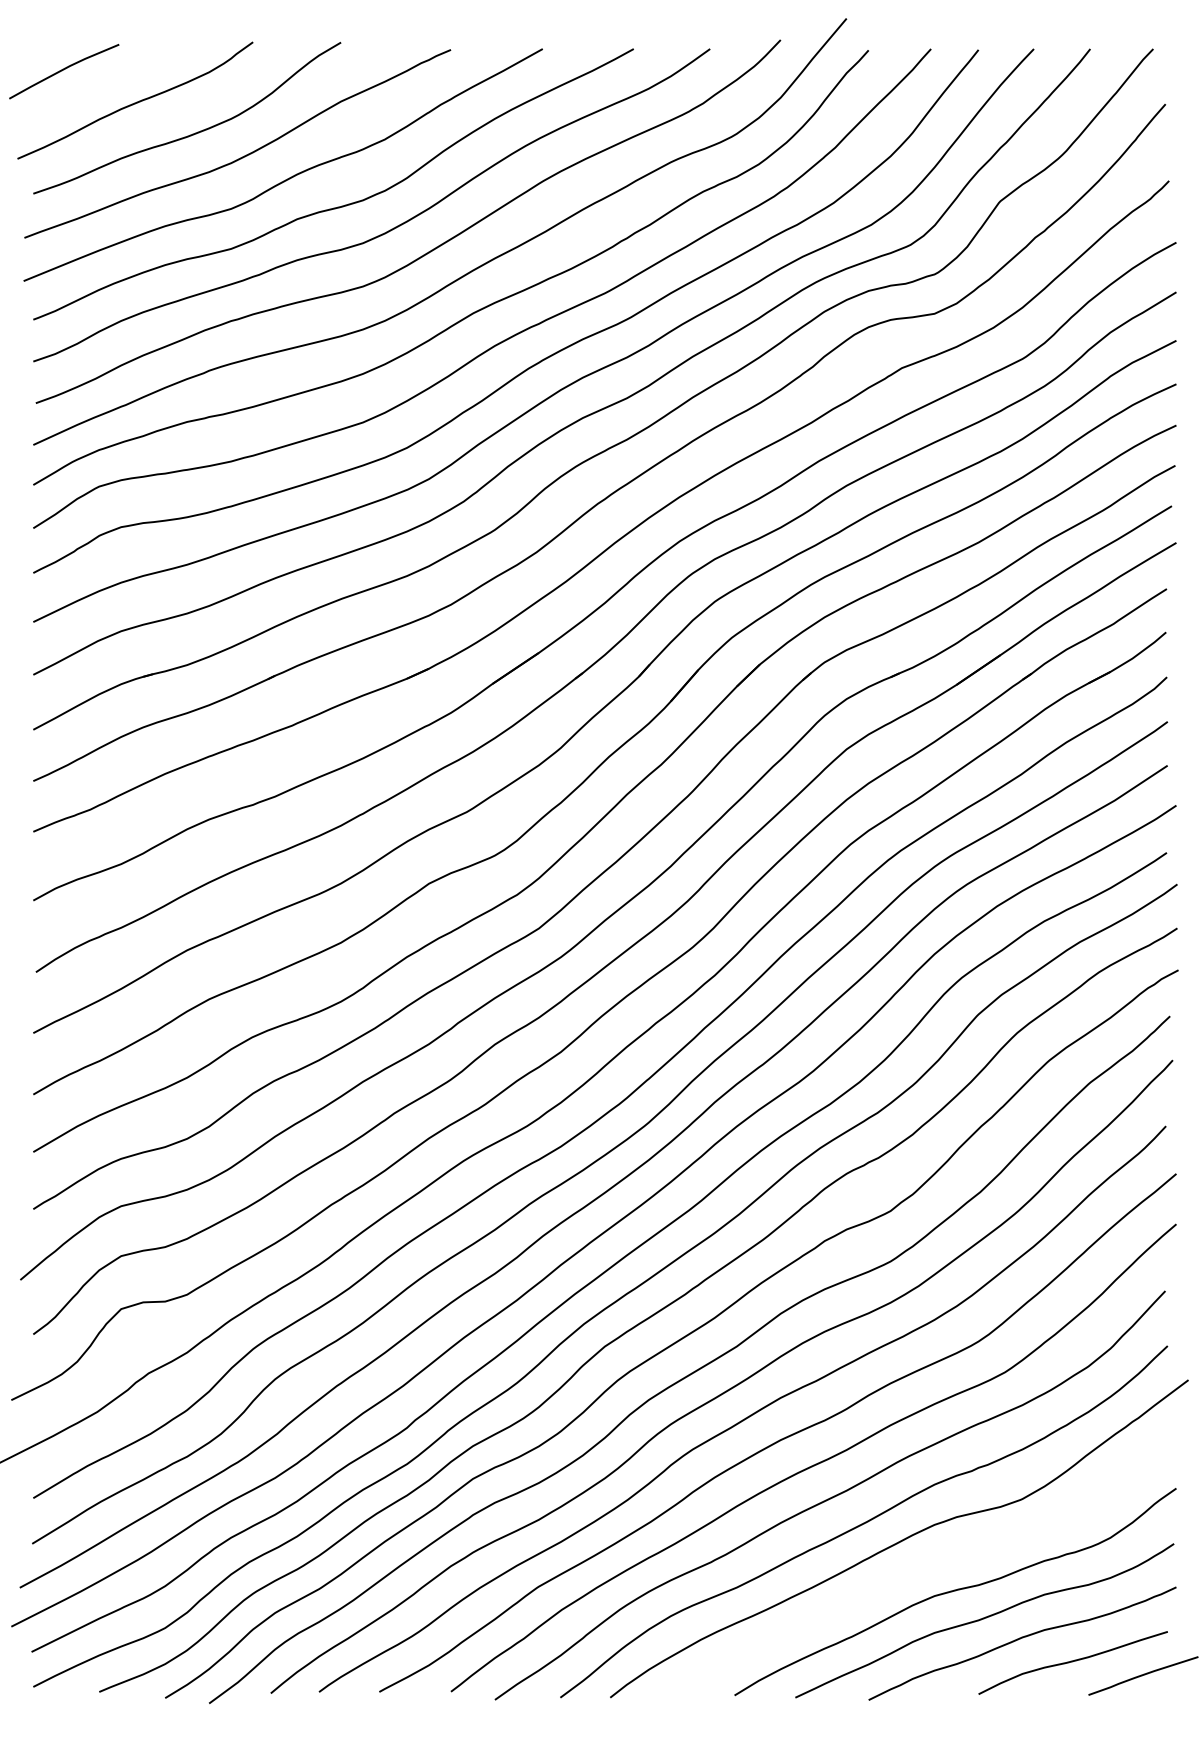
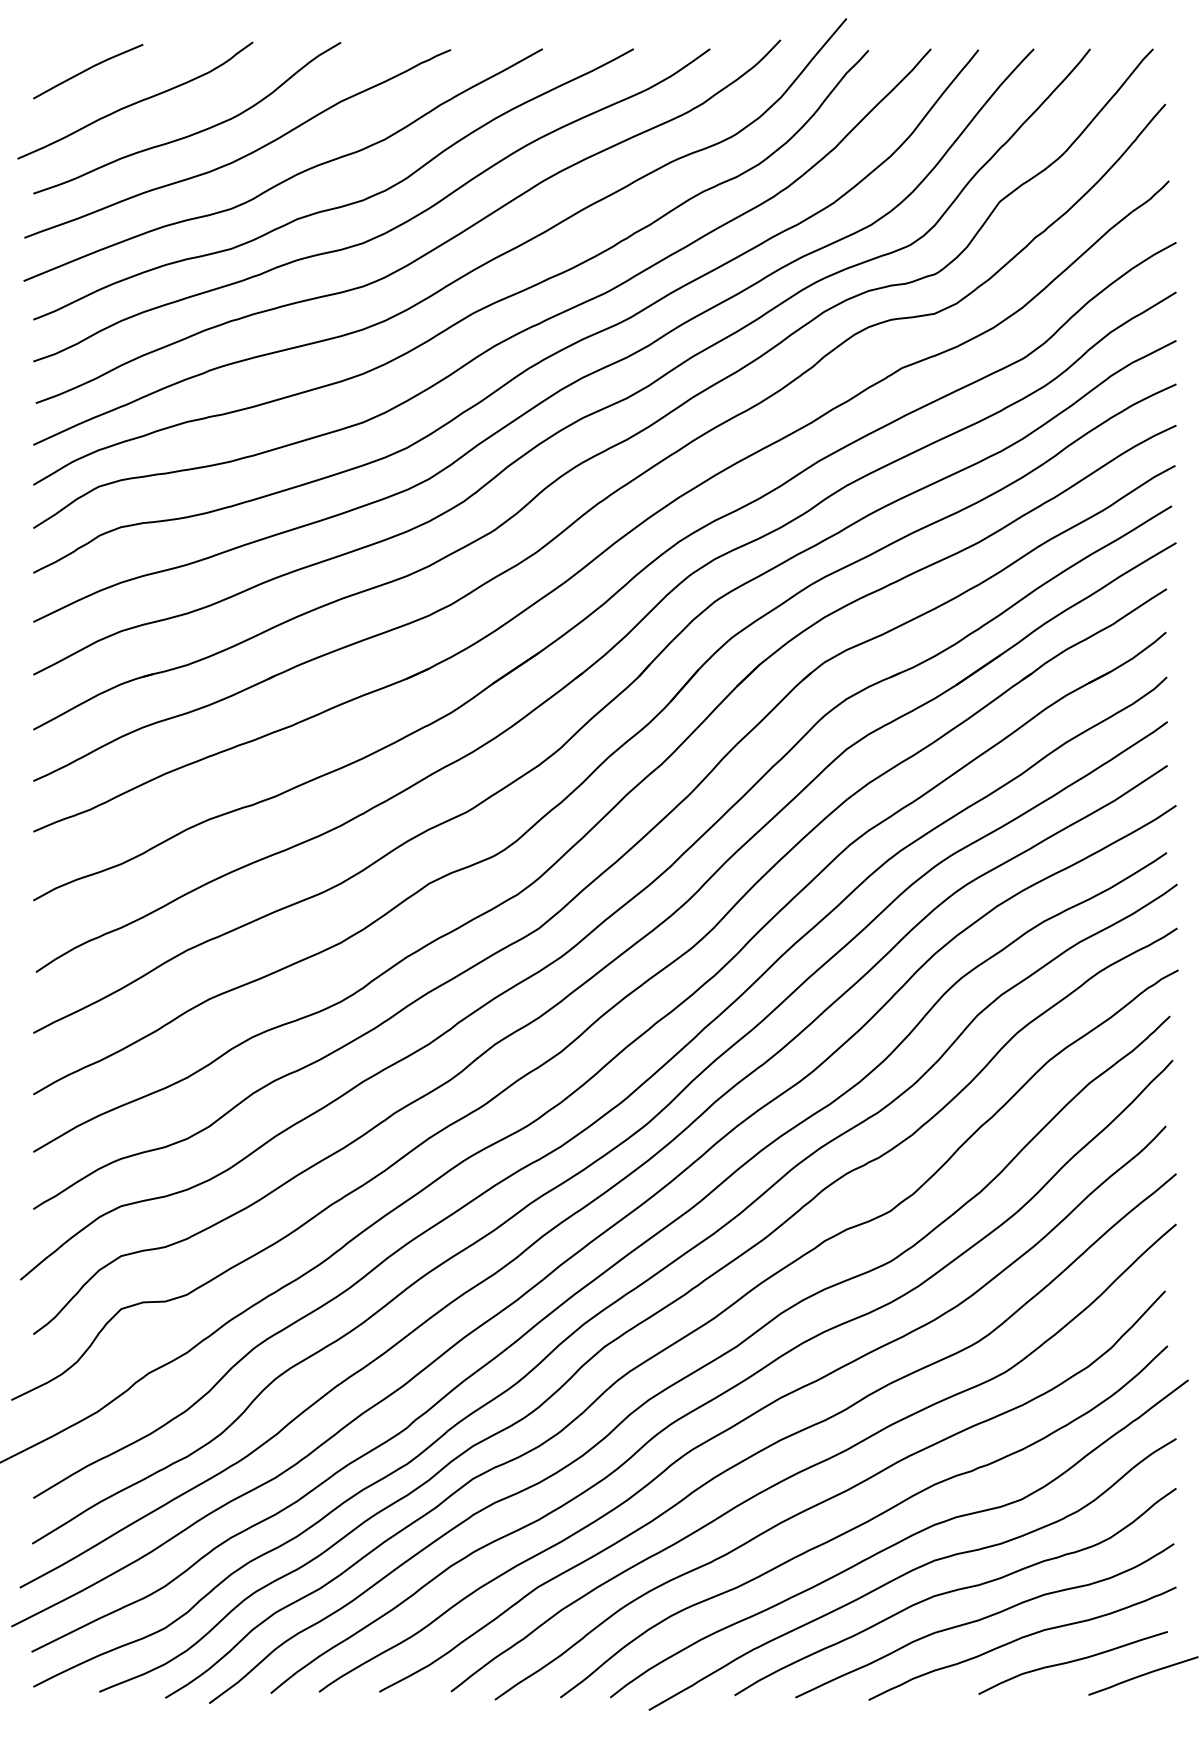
line at (63, 70) position: (63, 70) -> (87, 70)
curve at (910, 1572): none -> present
